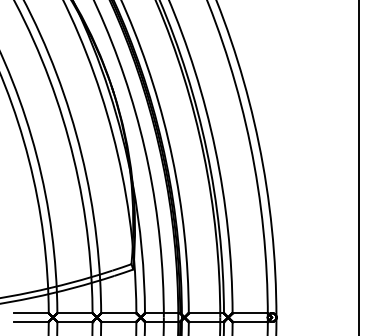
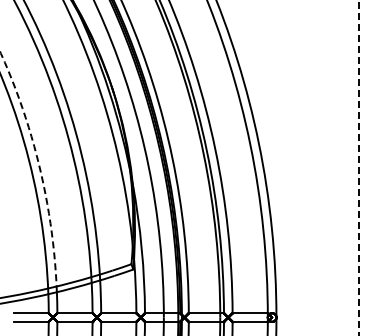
line at (359, 168): solid -> dashed
arc at (40, 169): solid -> dashed
